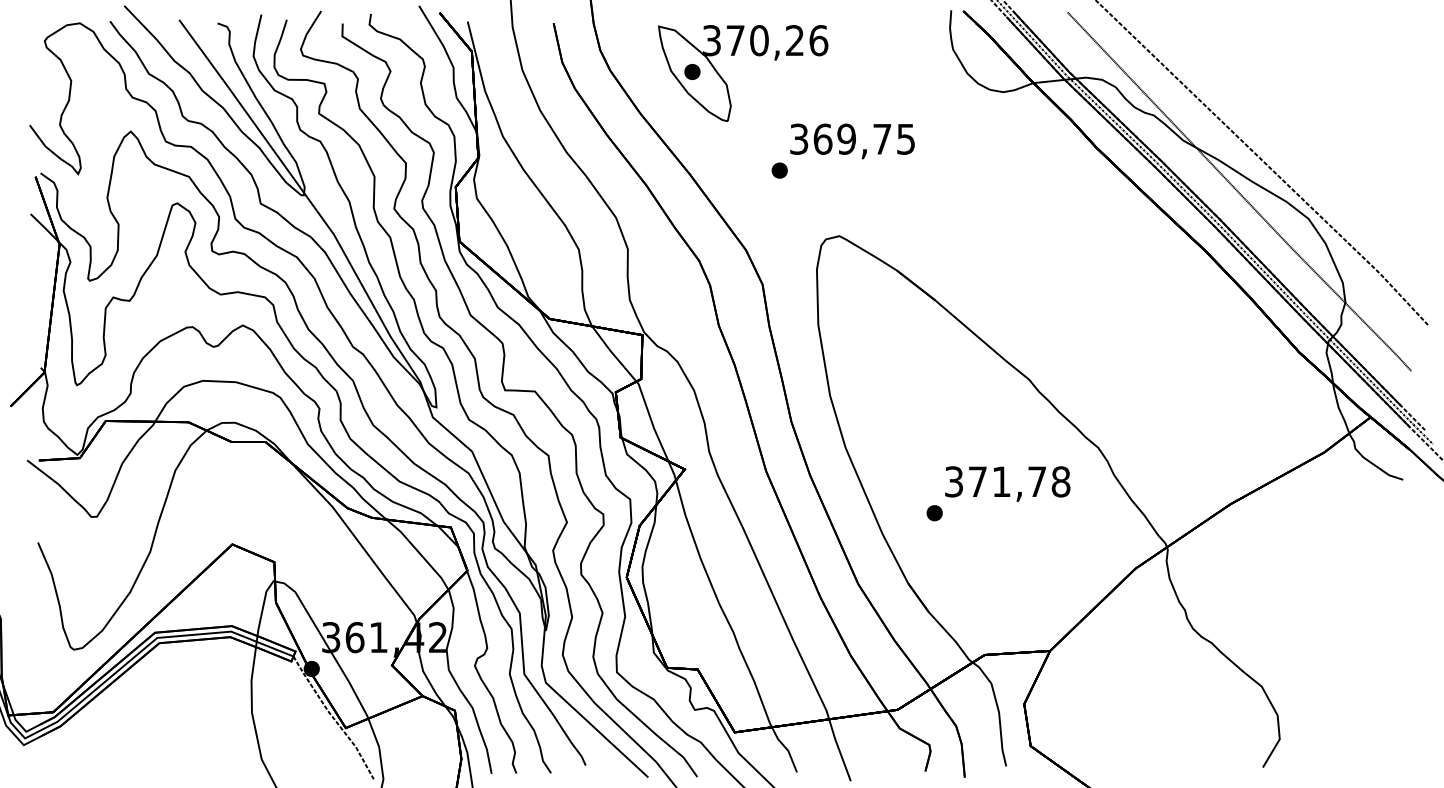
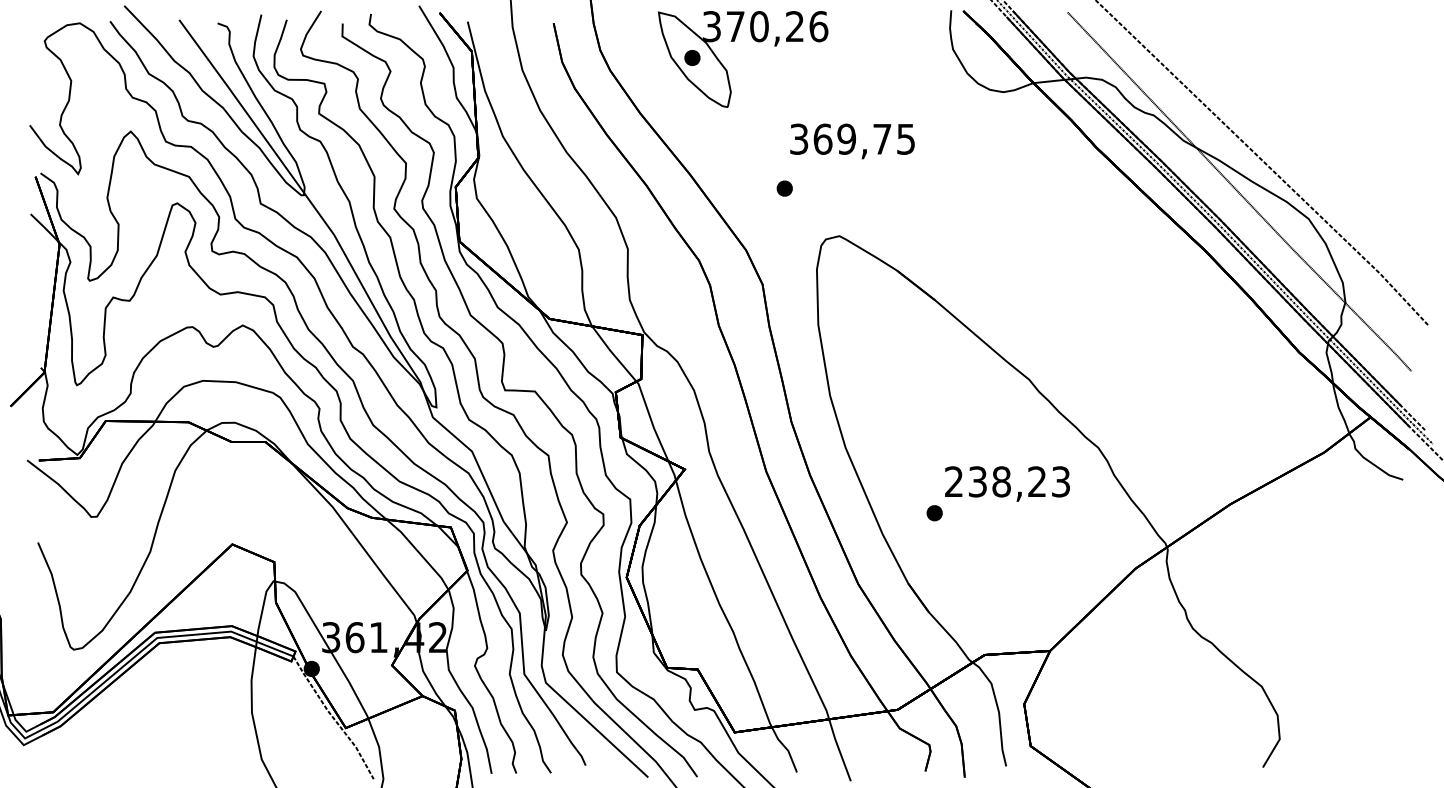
part at (726, 82) position: (726, 82) -> (726, 68)
part at (779, 170) position: (779, 170) -> (784, 188)
text at (1007, 481): 371,78 -> 238,23
